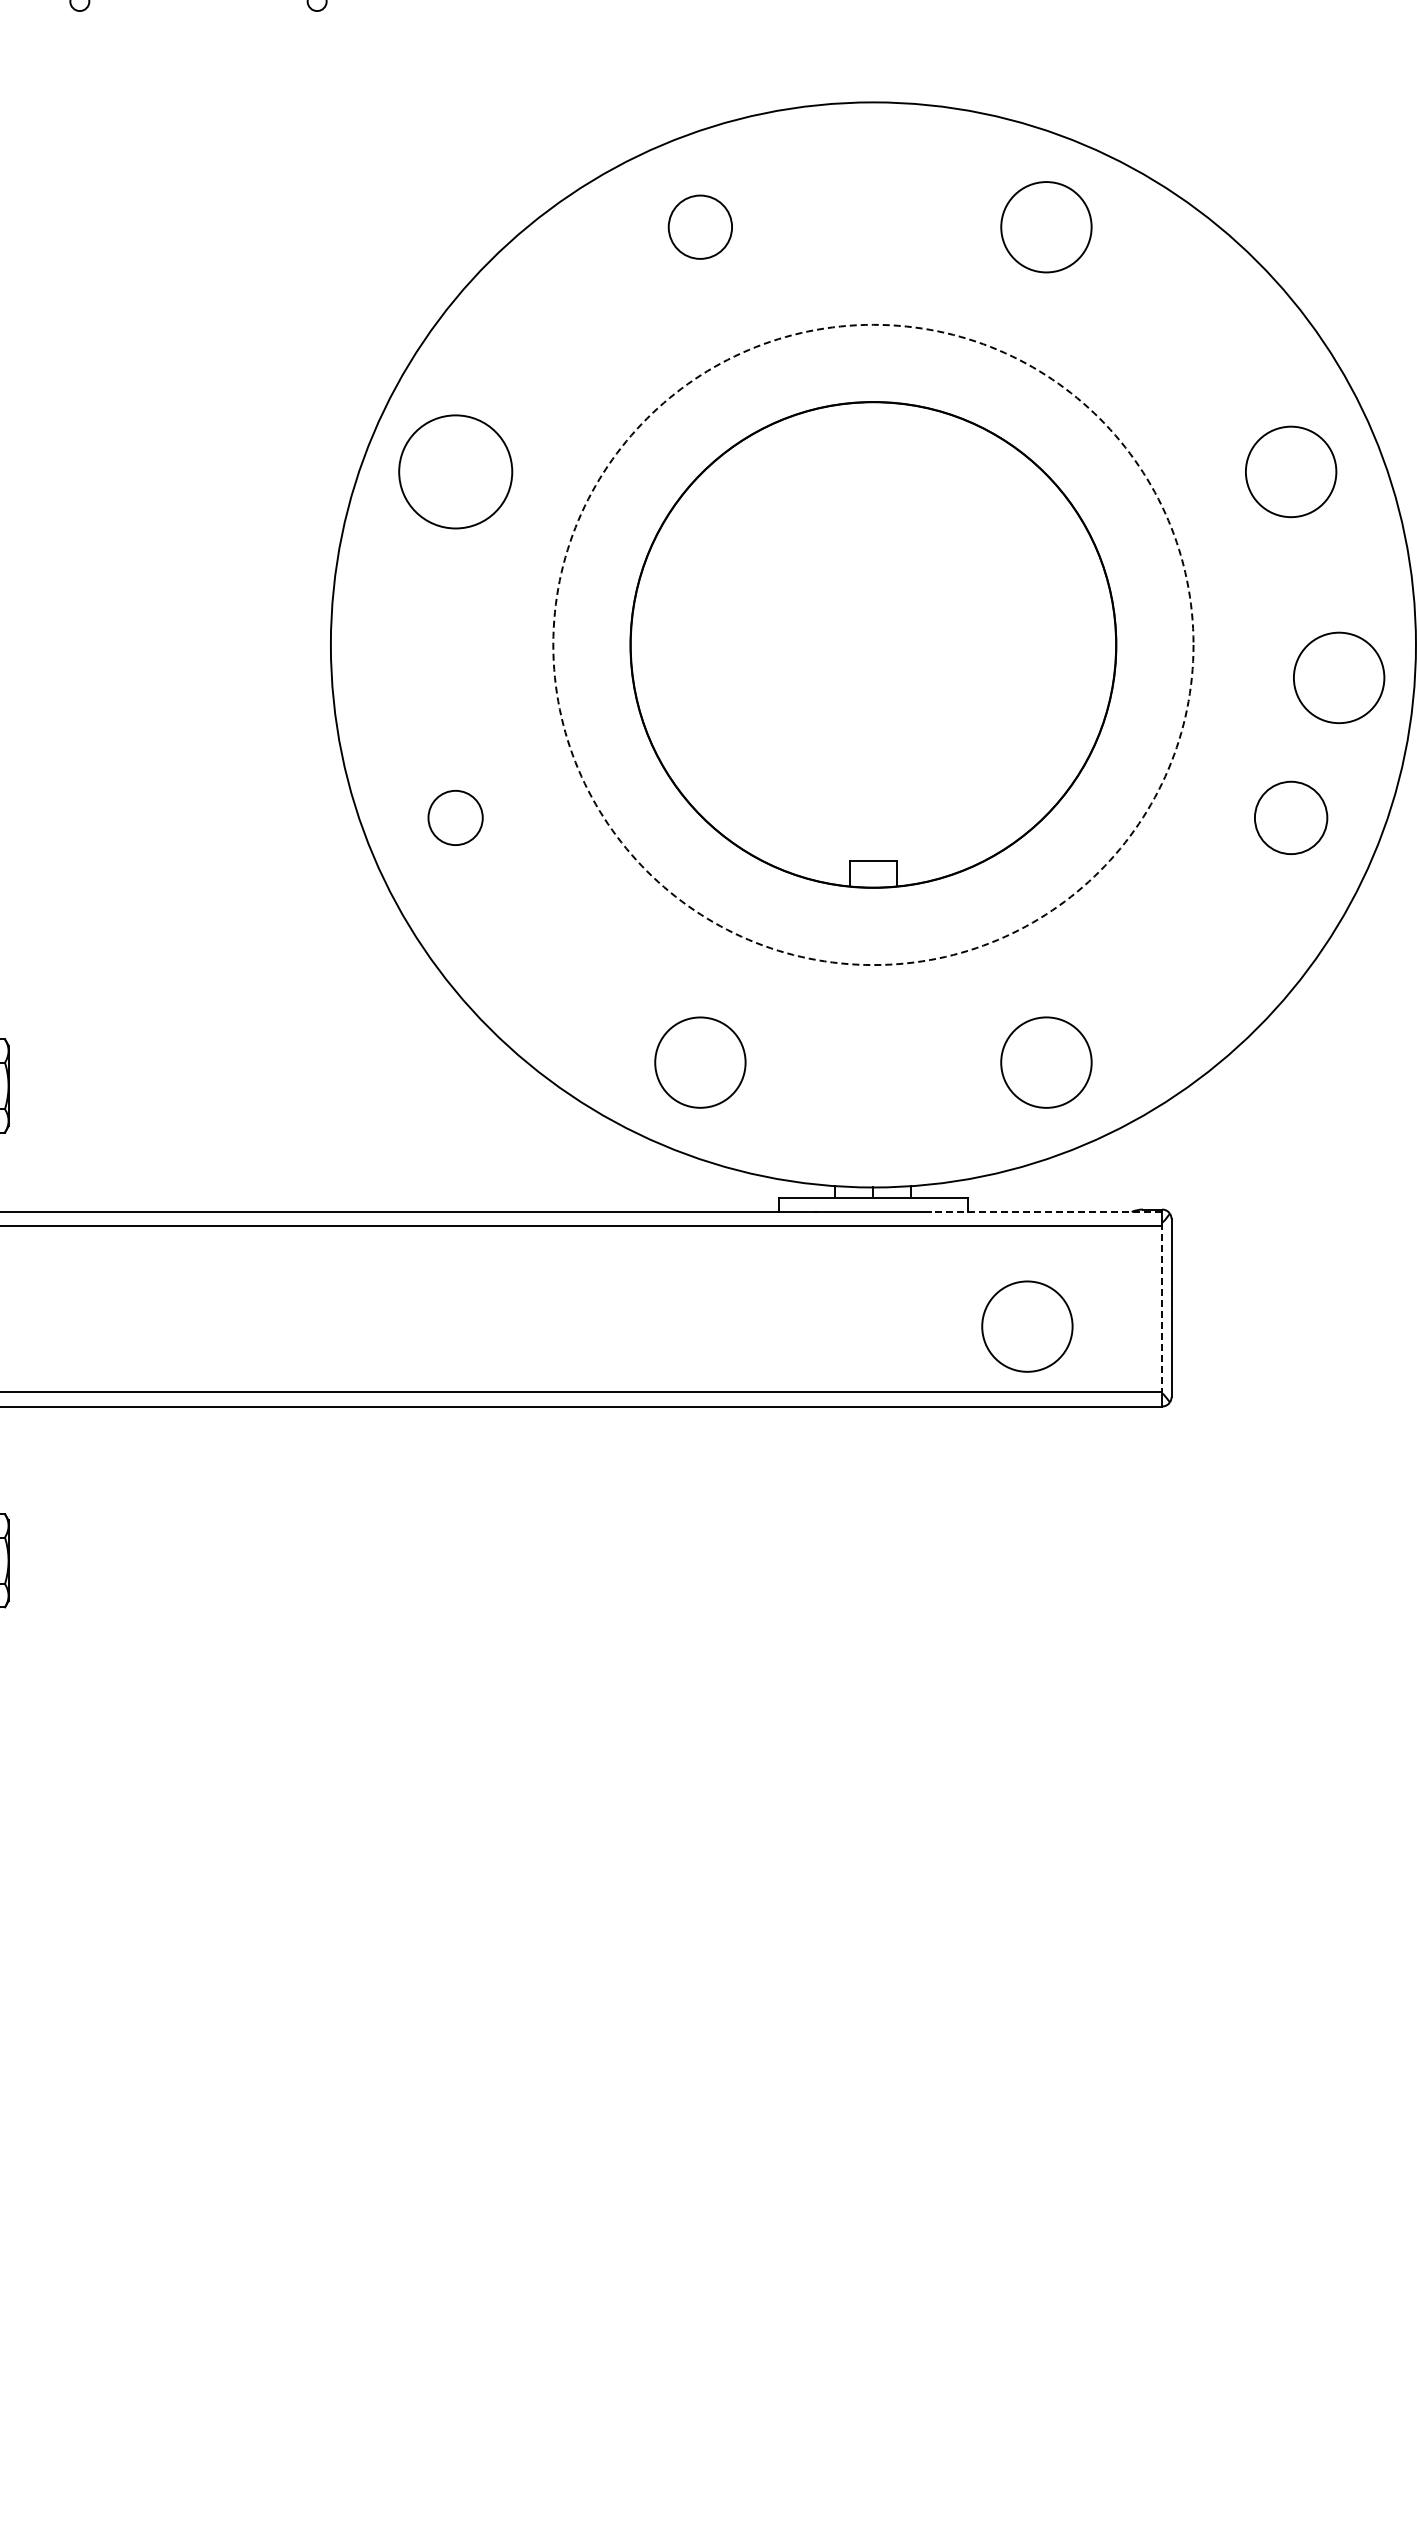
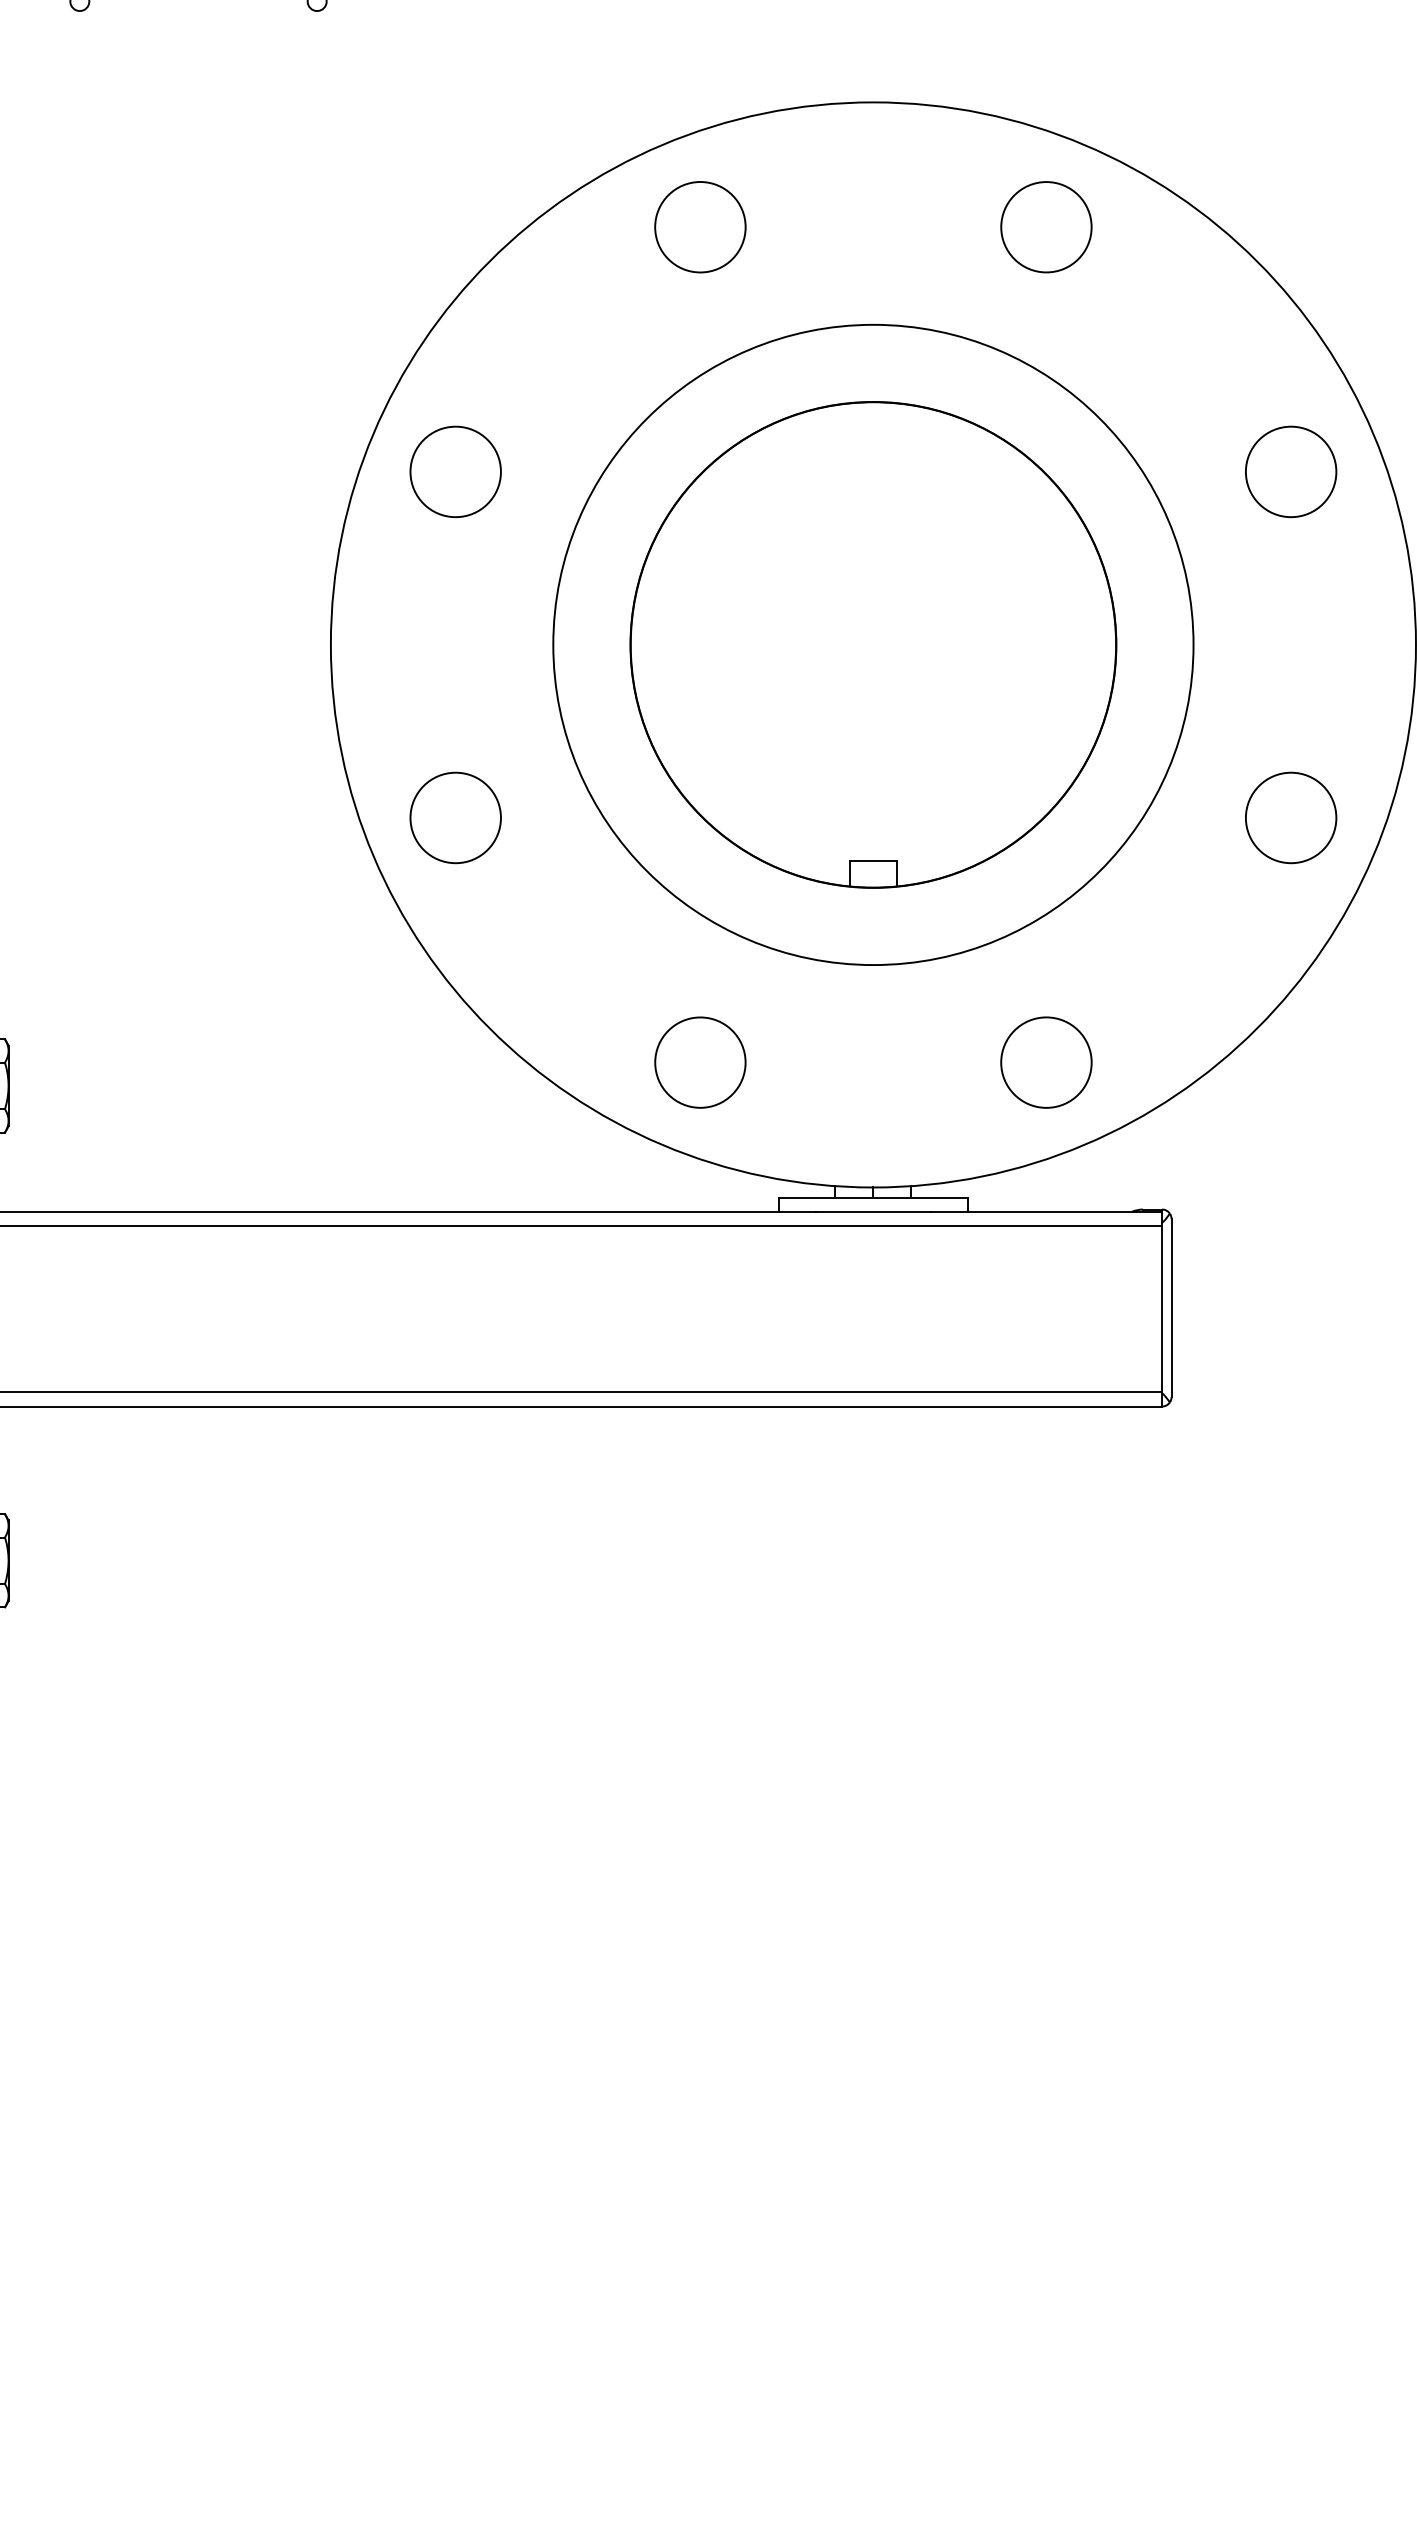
circle at (700, 226) diameter: 63 px -> 90 px
circle at (455, 471) diameter: 113 px -> 90 px
circle at (873, 644): dashed -> solid
circle at (1339, 677): present -> none
circle at (455, 817) size: 57x56 px -> 93x94 px
circle at (1290, 817) diameter: 72 px -> 90 px
line at (1046, 1211): dashed -> solid
line at (1162, 1308): dashed -> solid
circle at (1027, 1326): present -> none
